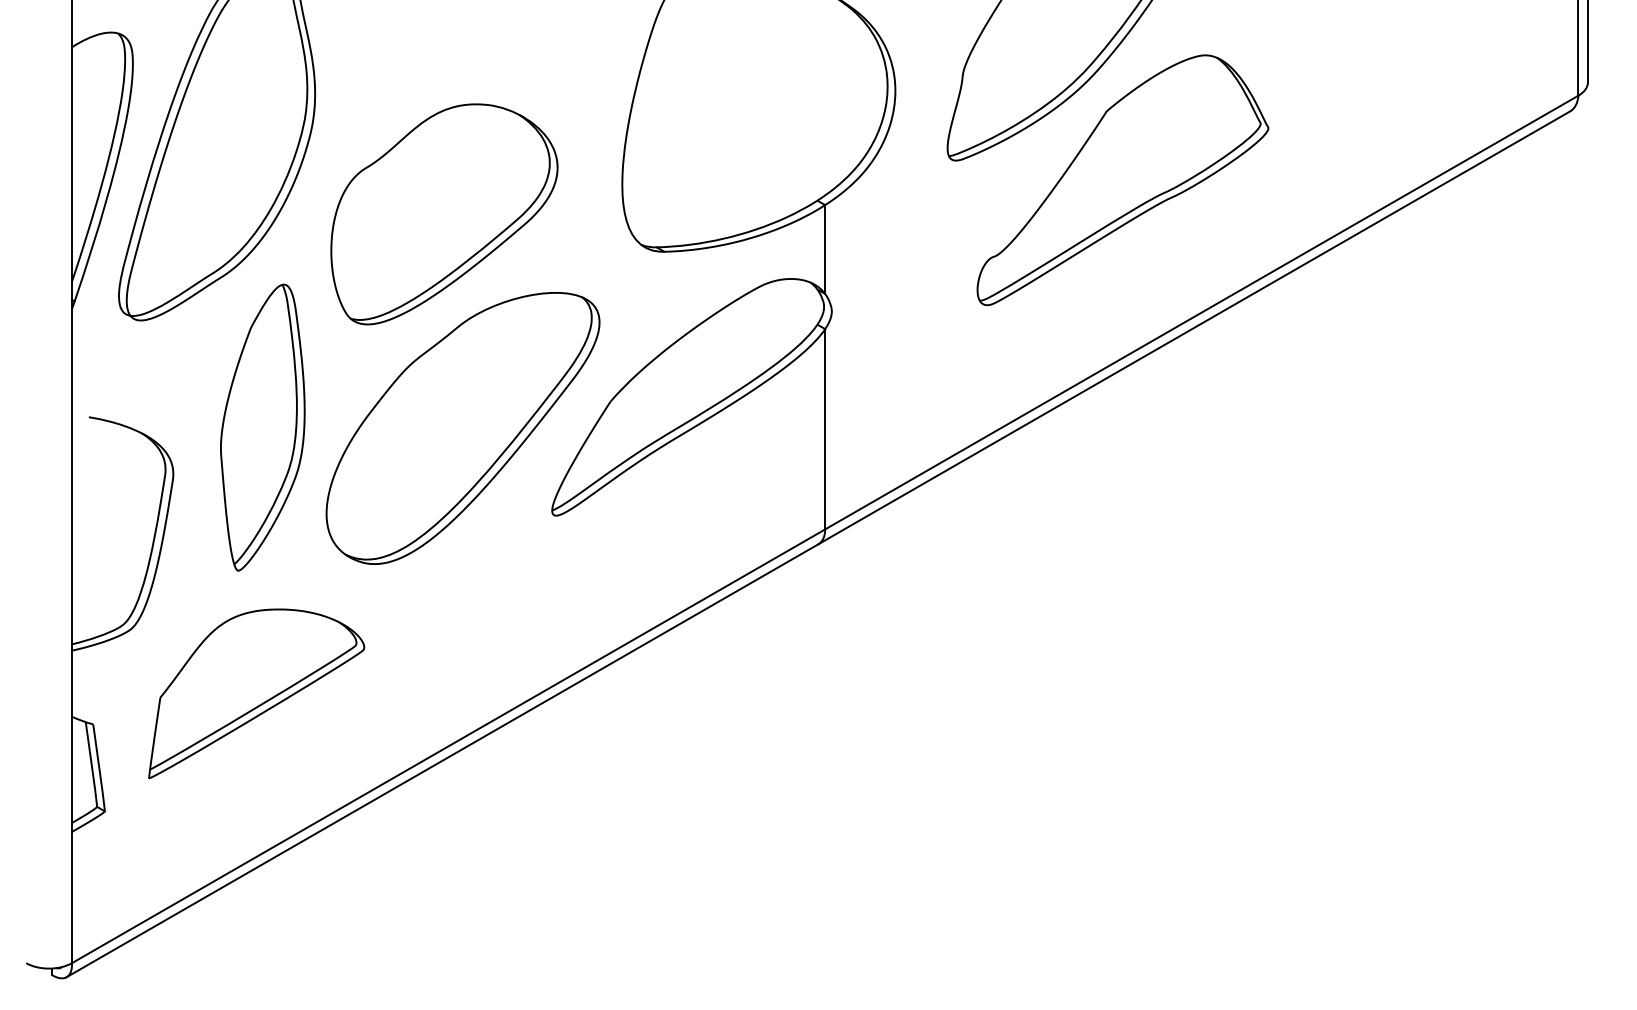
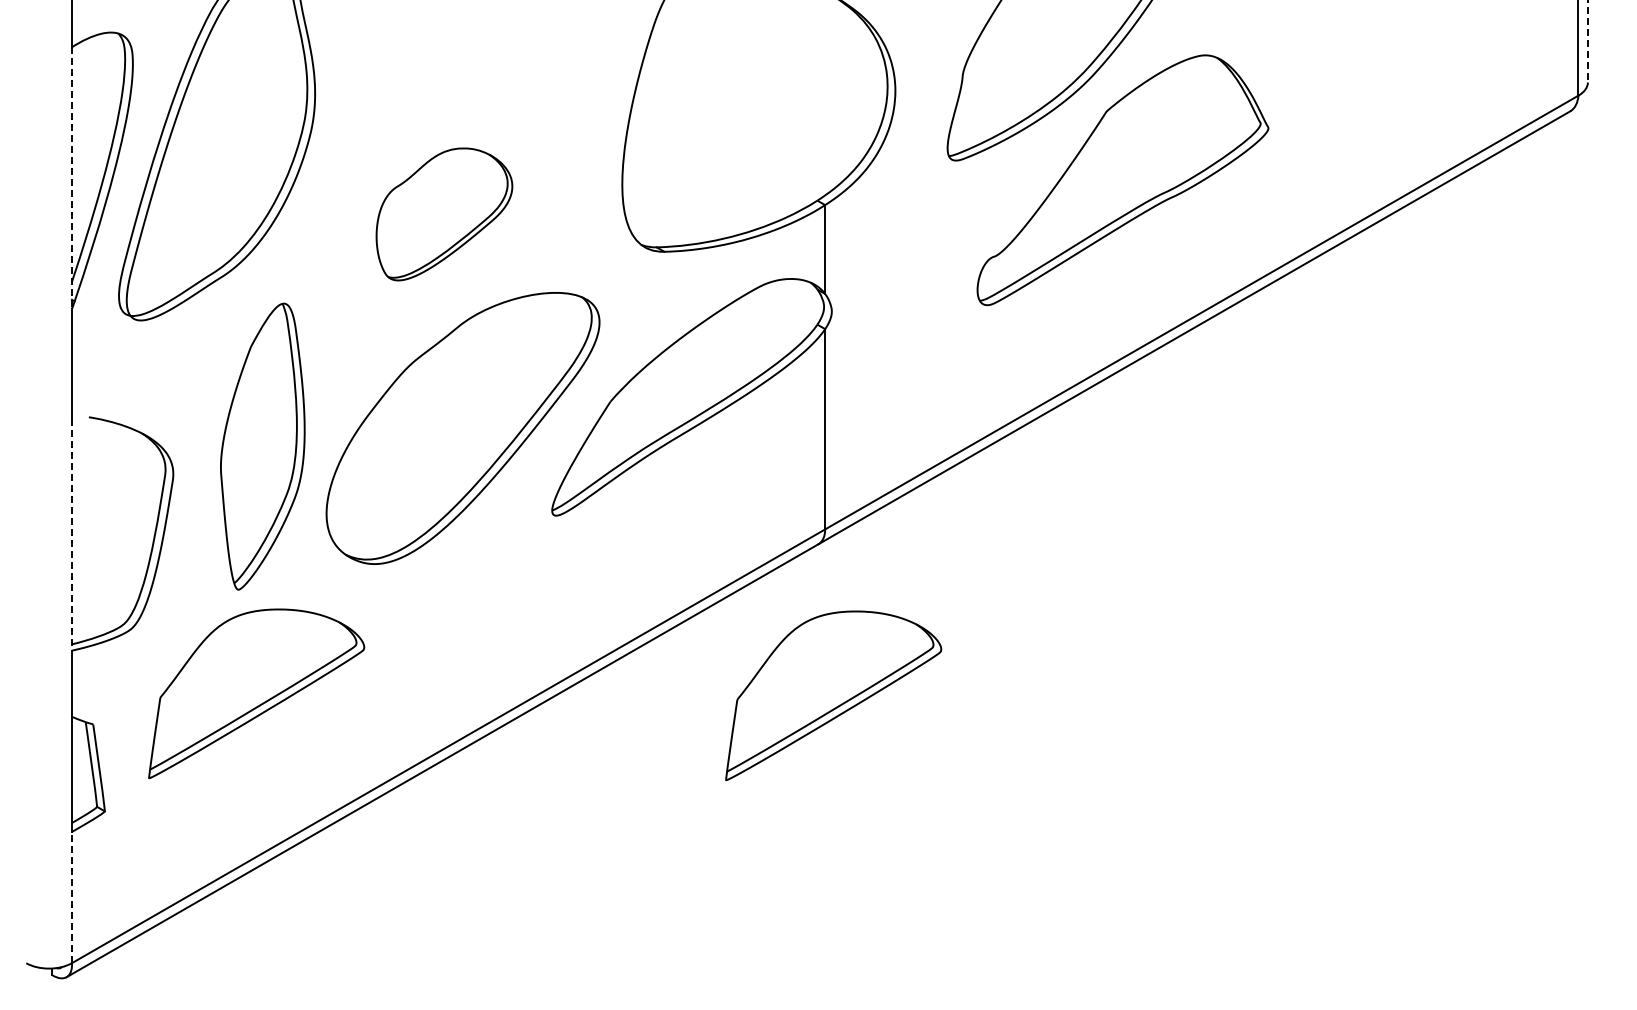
line at (1587, 41): solid -> dashed
line at (71, 178): solid -> dashed
part at (444, 214) size: 229x223 px -> 139x135 px
part at (262, 427) position: (262, 427) -> (262, 446)
line at (71, 534): solid -> dashed
part at (833, 695): none -> present
line at (71, 897): solid -> dashed
